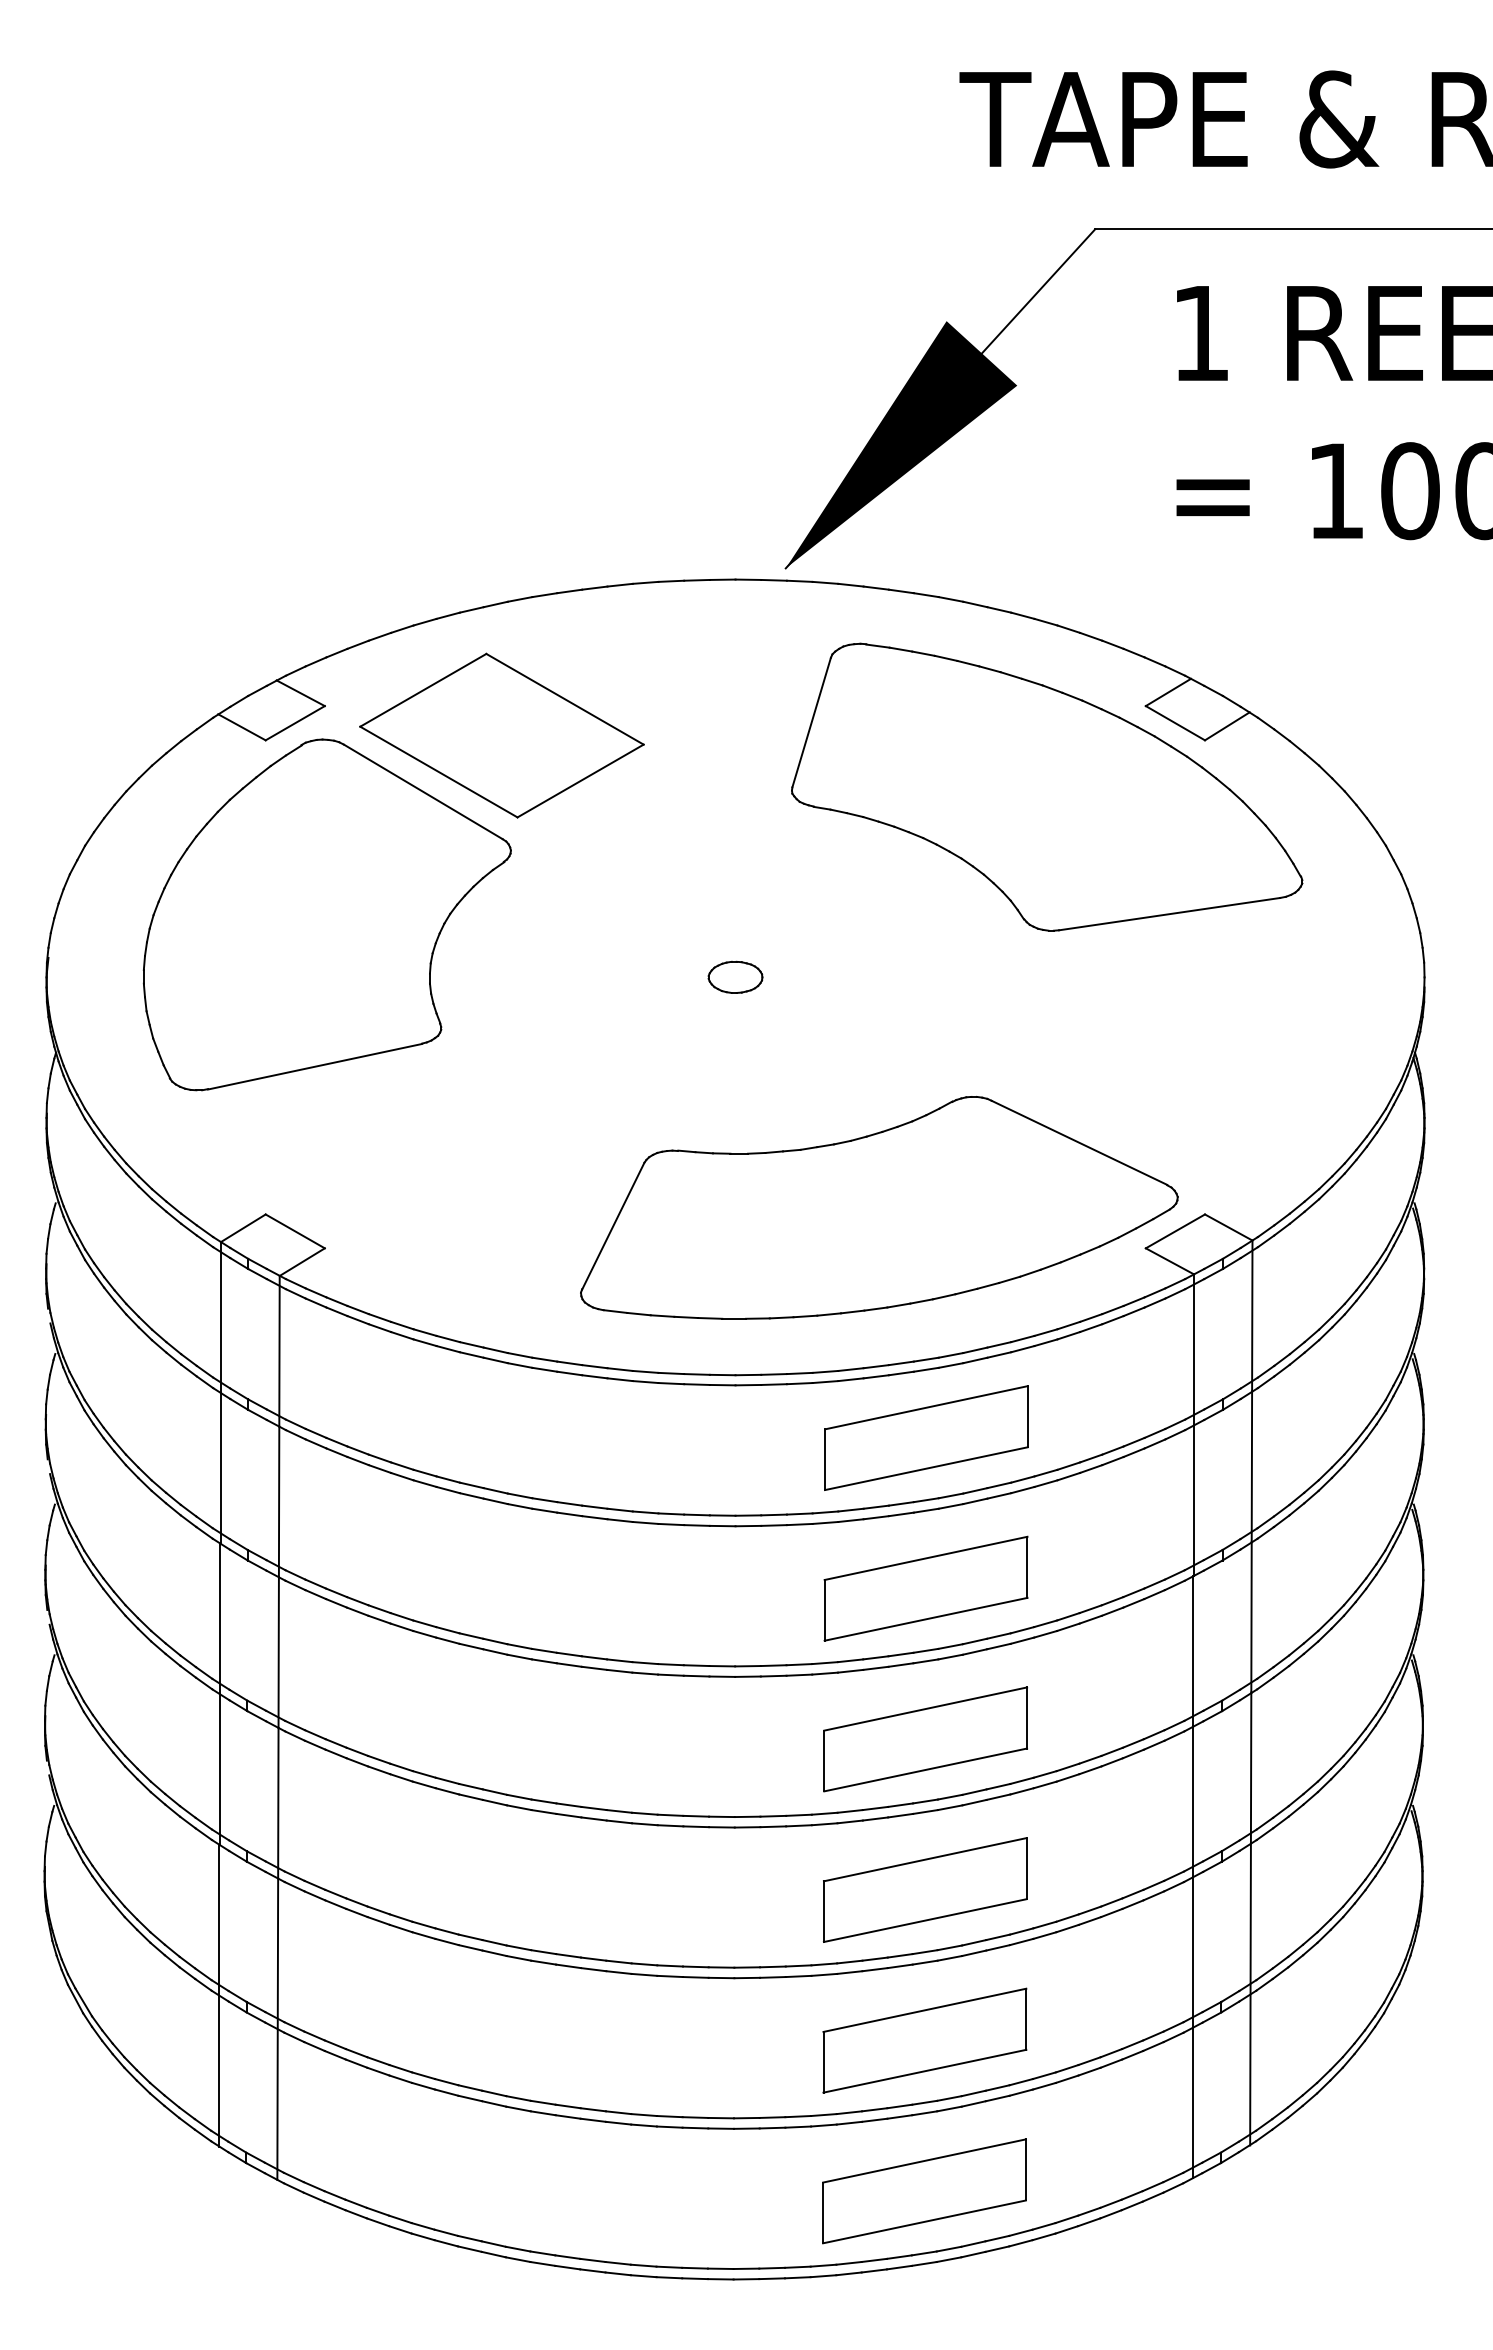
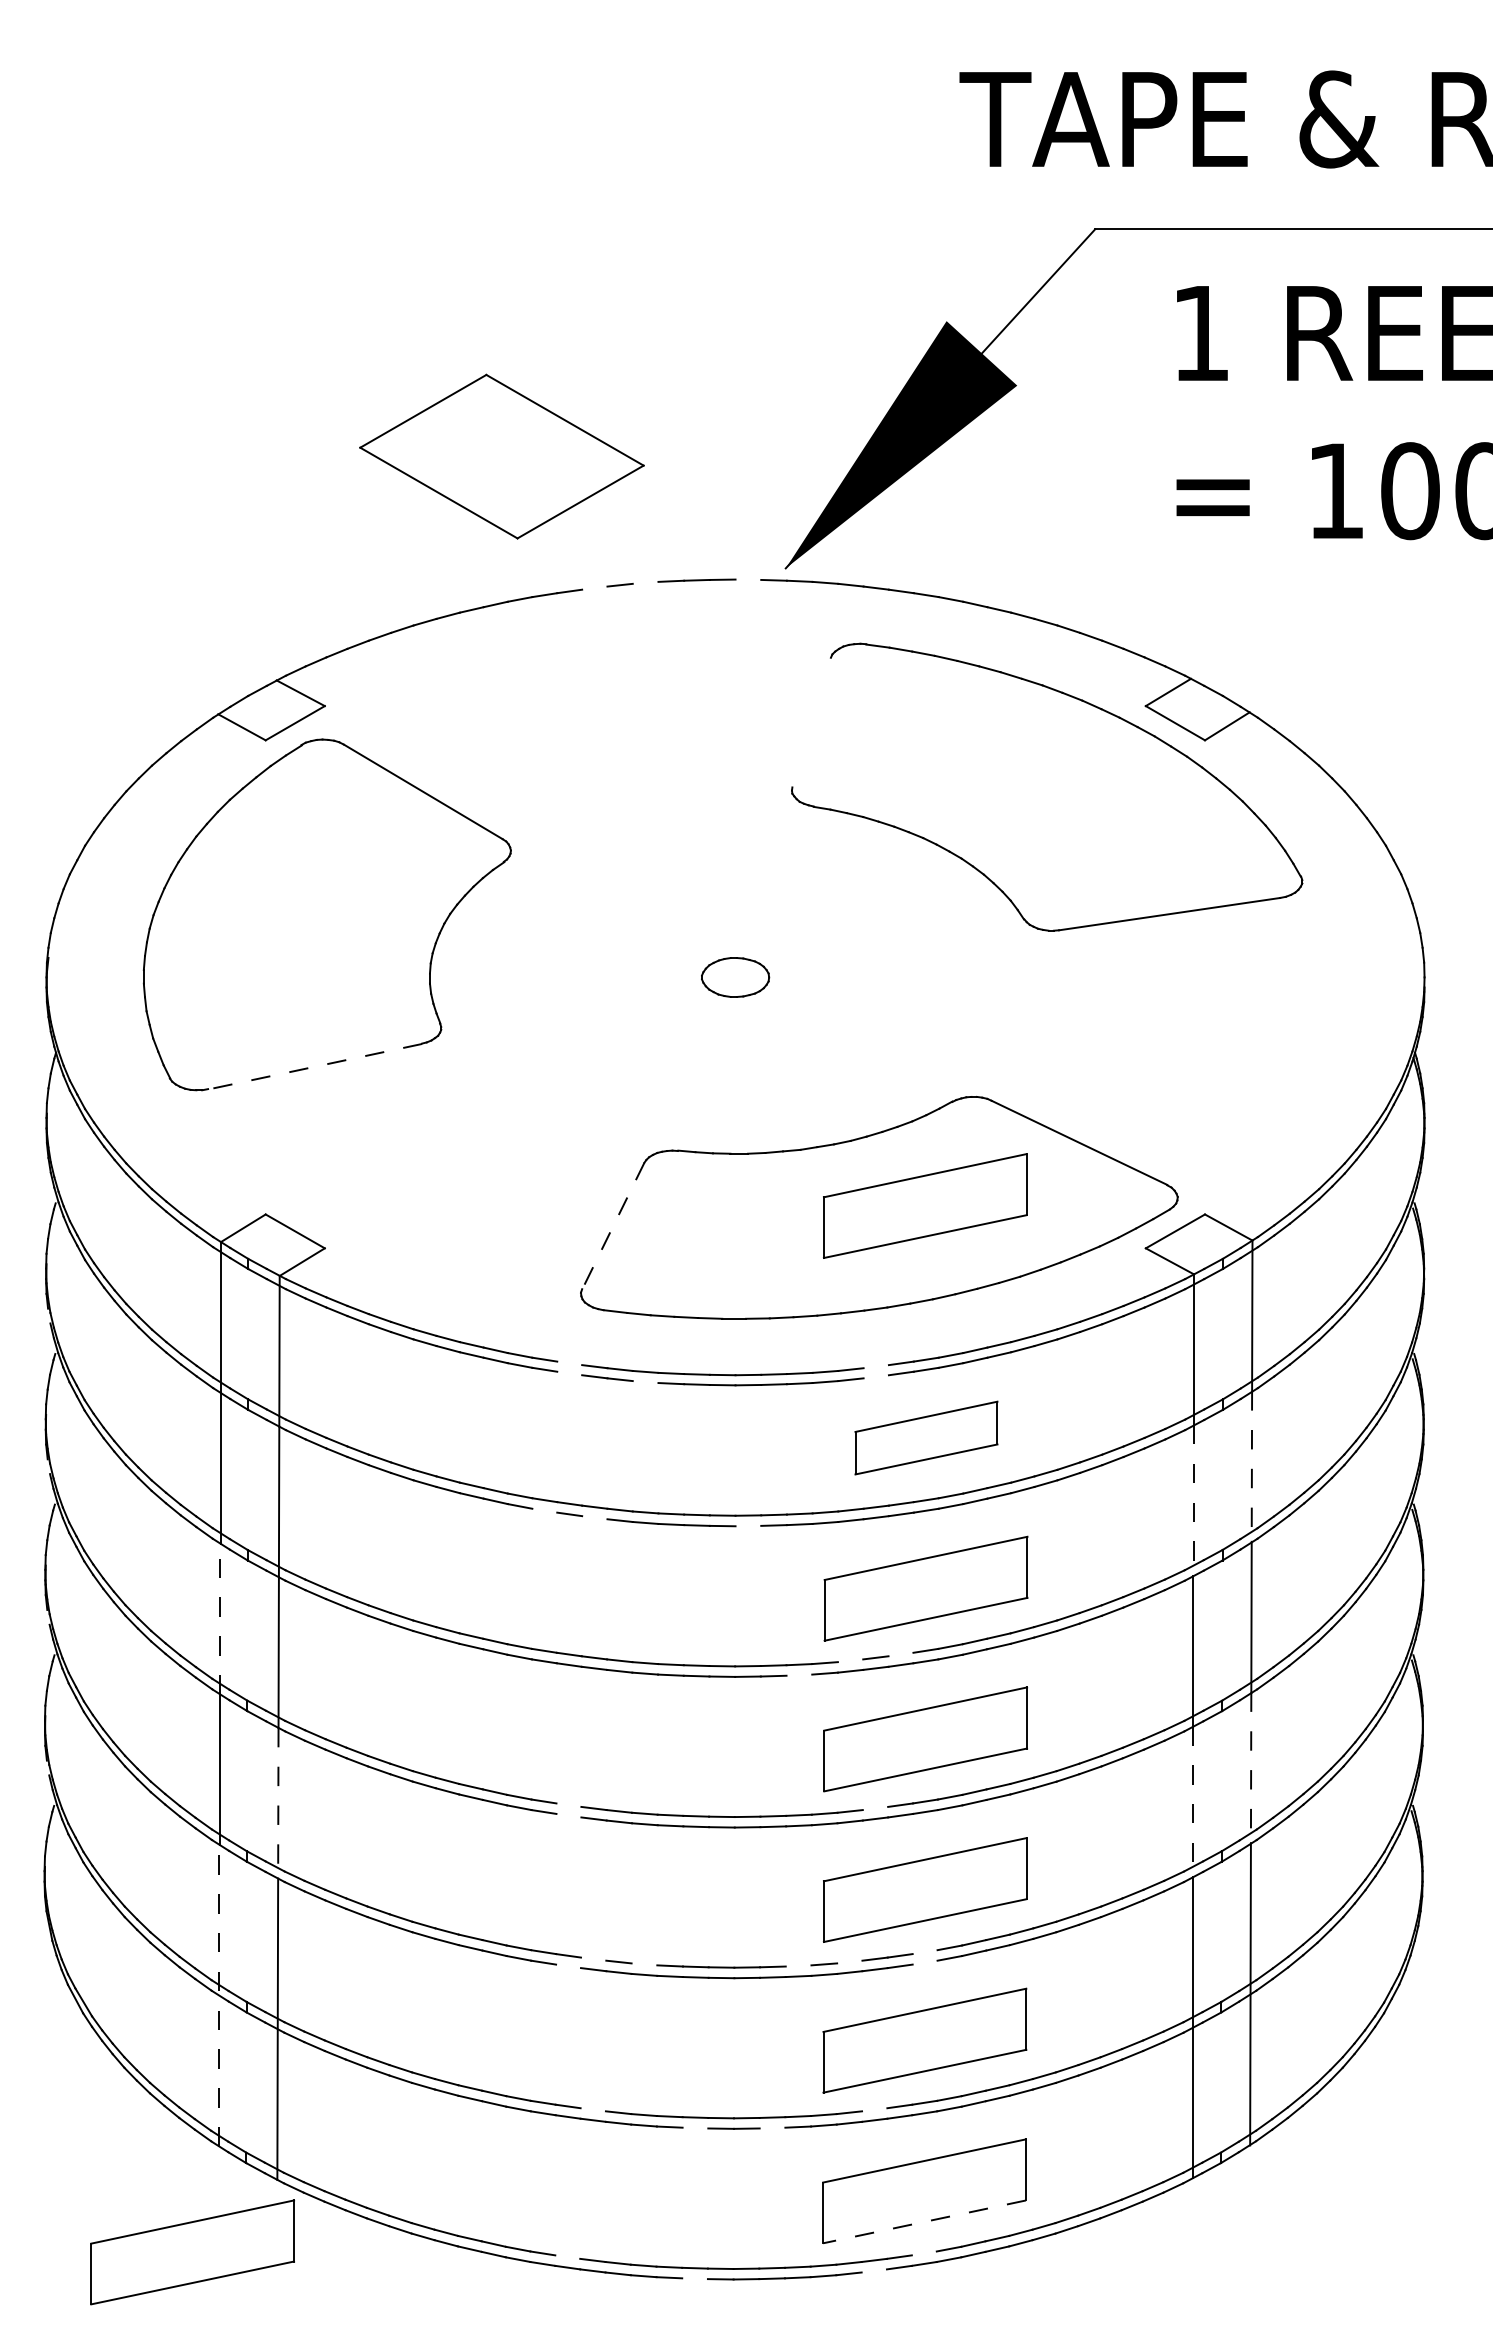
line at (748, 579): present -> none
line at (645, 582): present -> none
line at (594, 587): present -> none
line at (811, 722): present -> none
part at (501, 735) position: (501, 735) -> (501, 456)
part at (735, 976) size: 57x34 px -> 70x41 px
line at (314, 1066): solid -> dashed
part at (925, 1205): none -> present
line at (613, 1226): solid -> dashed
line at (569, 1363): present -> none
line at (875, 1366): present -> none
line at (569, 1373): present -> none
line at (875, 1376): present -> none
line at (645, 1382): present -> none
part at (926, 1437) size: 205x106 px -> 145x76 px
line at (1251, 1466): solid -> dashed
line at (1193, 1500): solid -> dashed
line at (544, 1510): present -> none
line at (594, 1517): present -> none
line at (748, 1525): present -> none
line at (220, 1618): solid -> dashed
line at (900, 1654): present -> none
line at (850, 1660): present -> none
line at (799, 1674): present -> none
line at (1251, 1768): solid -> dashed
line at (1192, 1801): solid -> dashed
line at (278, 1803): solid -> dashed
line at (568, 1804): present -> none
line at (875, 1808): present -> none
line at (568, 1815): present -> none
line at (924, 1952): present -> none
line at (593, 1958): present -> none
line at (849, 1961): present -> none
line at (924, 1962): present -> none
line at (644, 1964): present -> none
line at (798, 1965): present -> none
line at (568, 1966): present -> none
line at (219, 1995): solid -> dashed
line at (592, 2109): present -> none
line at (874, 2109): present -> none
line at (695, 2127): present -> none
line at (772, 2127): present -> none
line at (924, 2221): solid -> dashed
part at (192, 2252): none -> present
line at (923, 2253): present -> none
line at (567, 2256): present -> none
line at (873, 2270): present -> none
line at (694, 2278): present -> none
